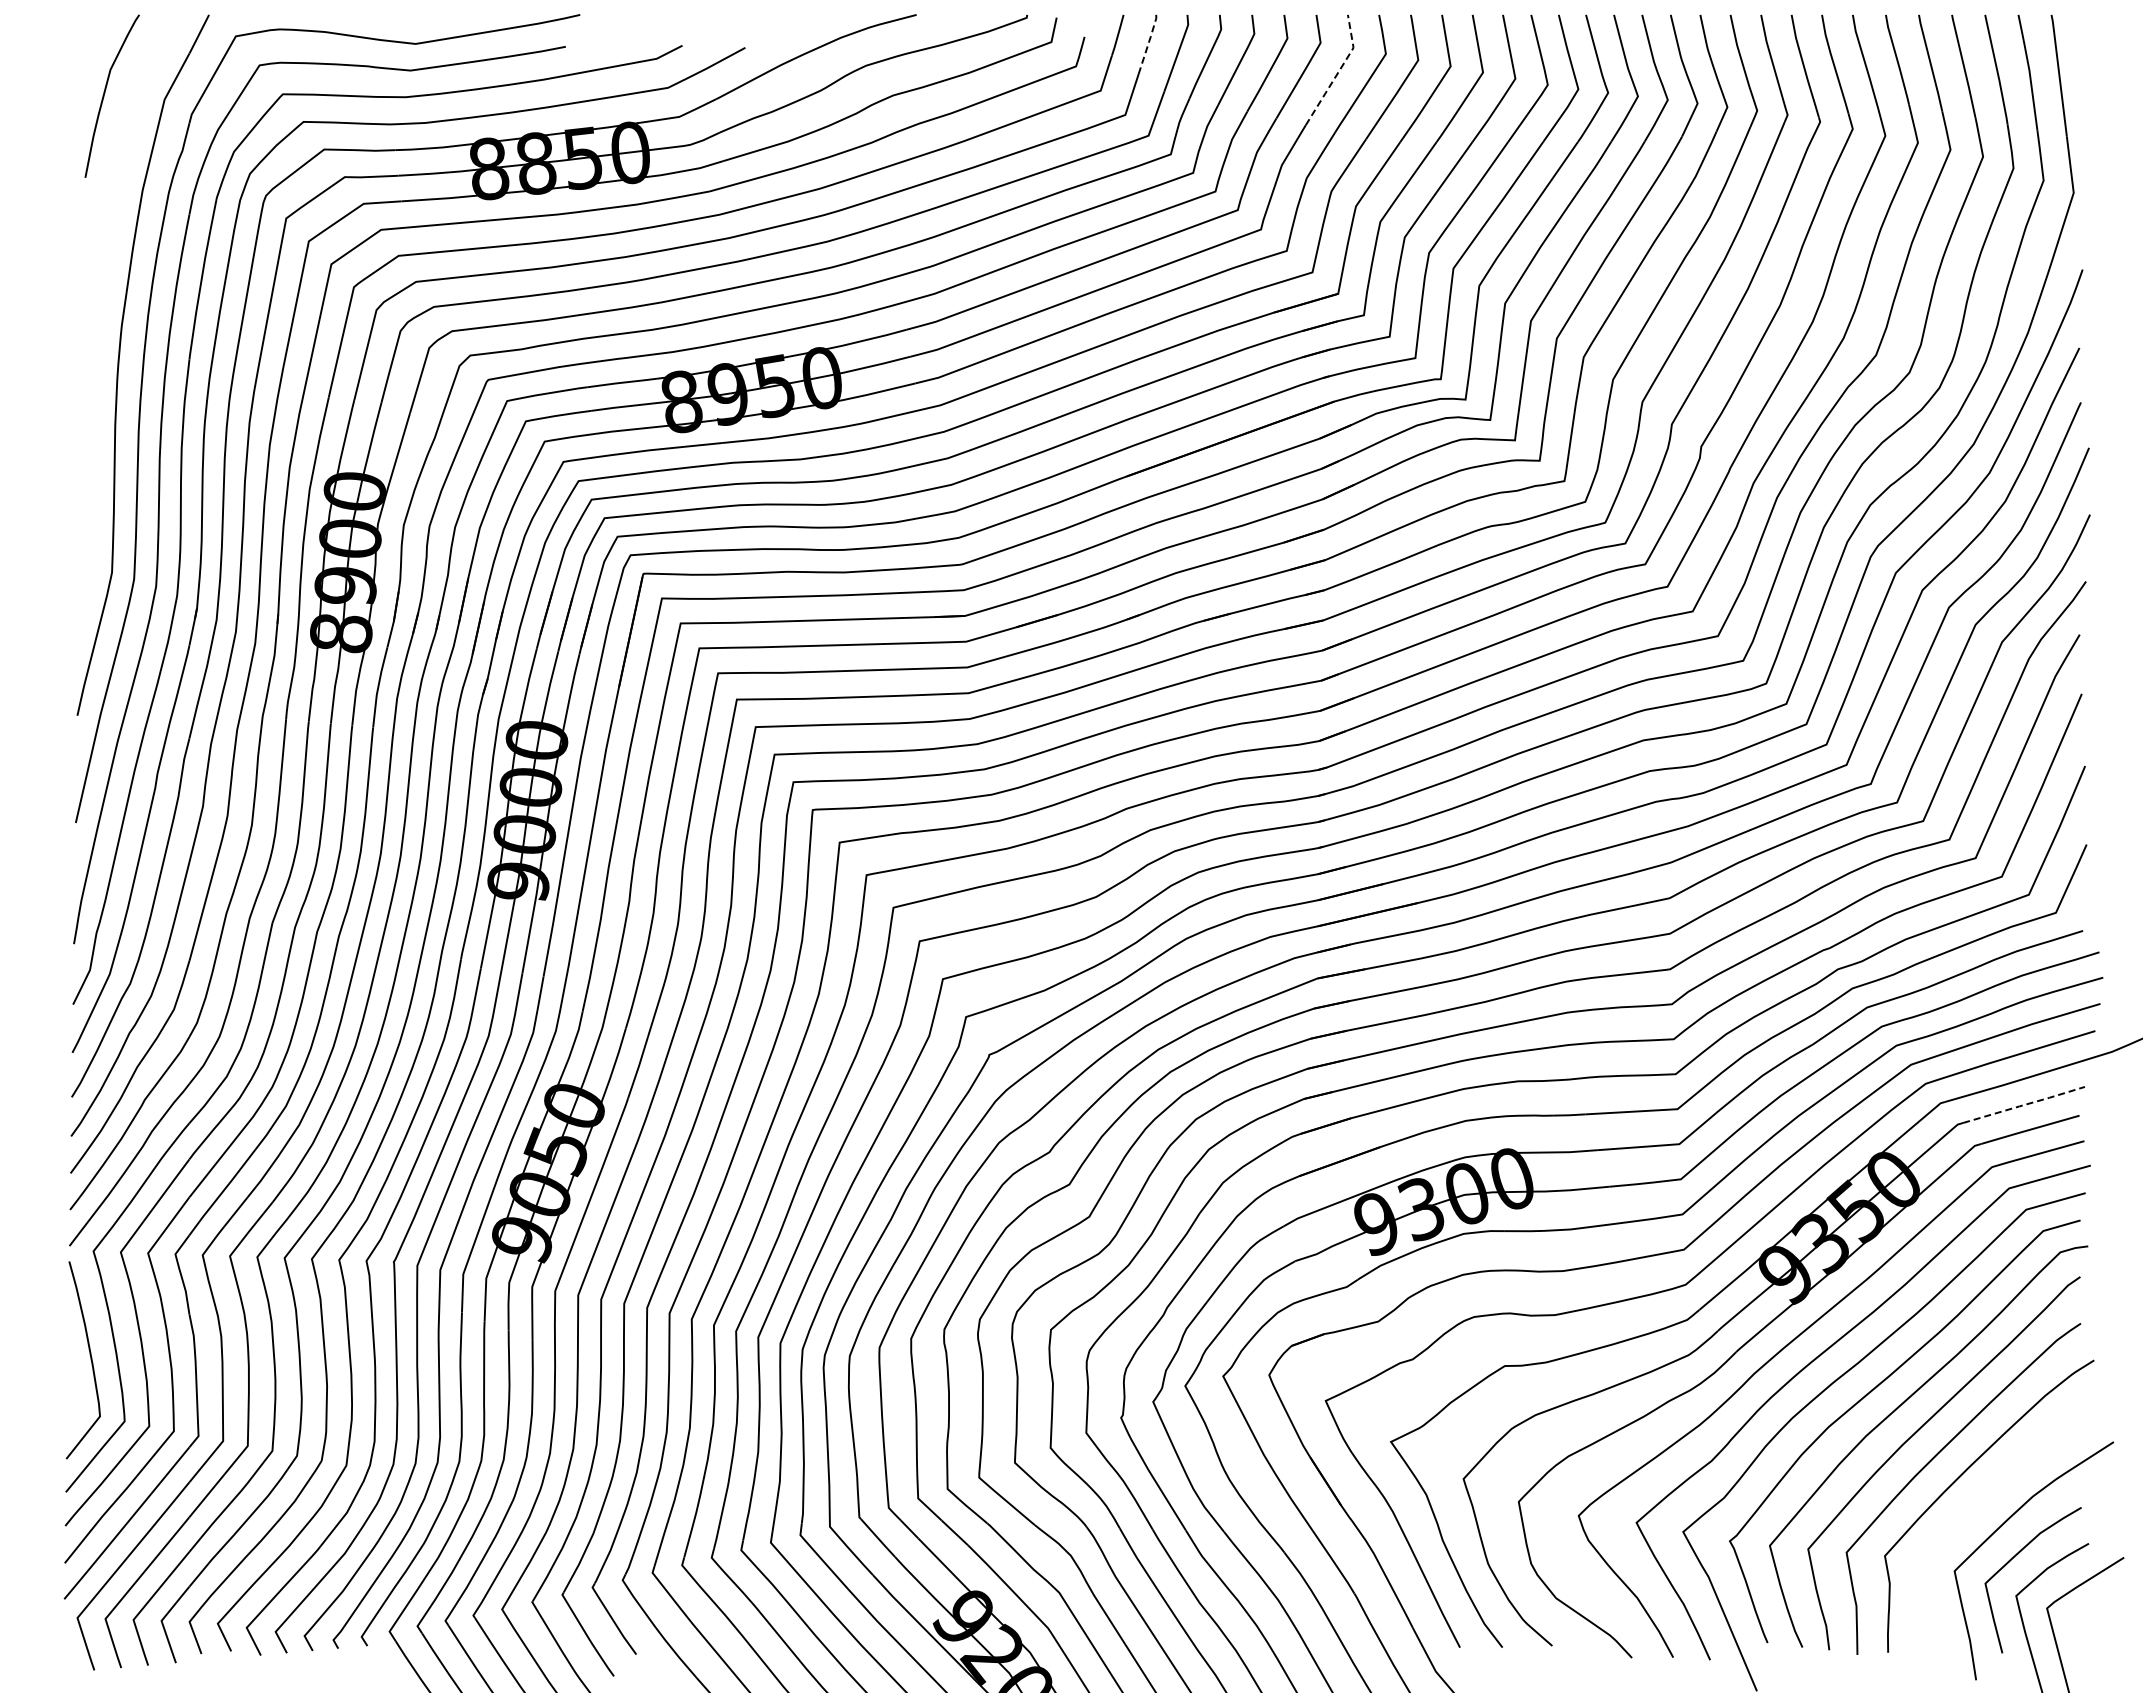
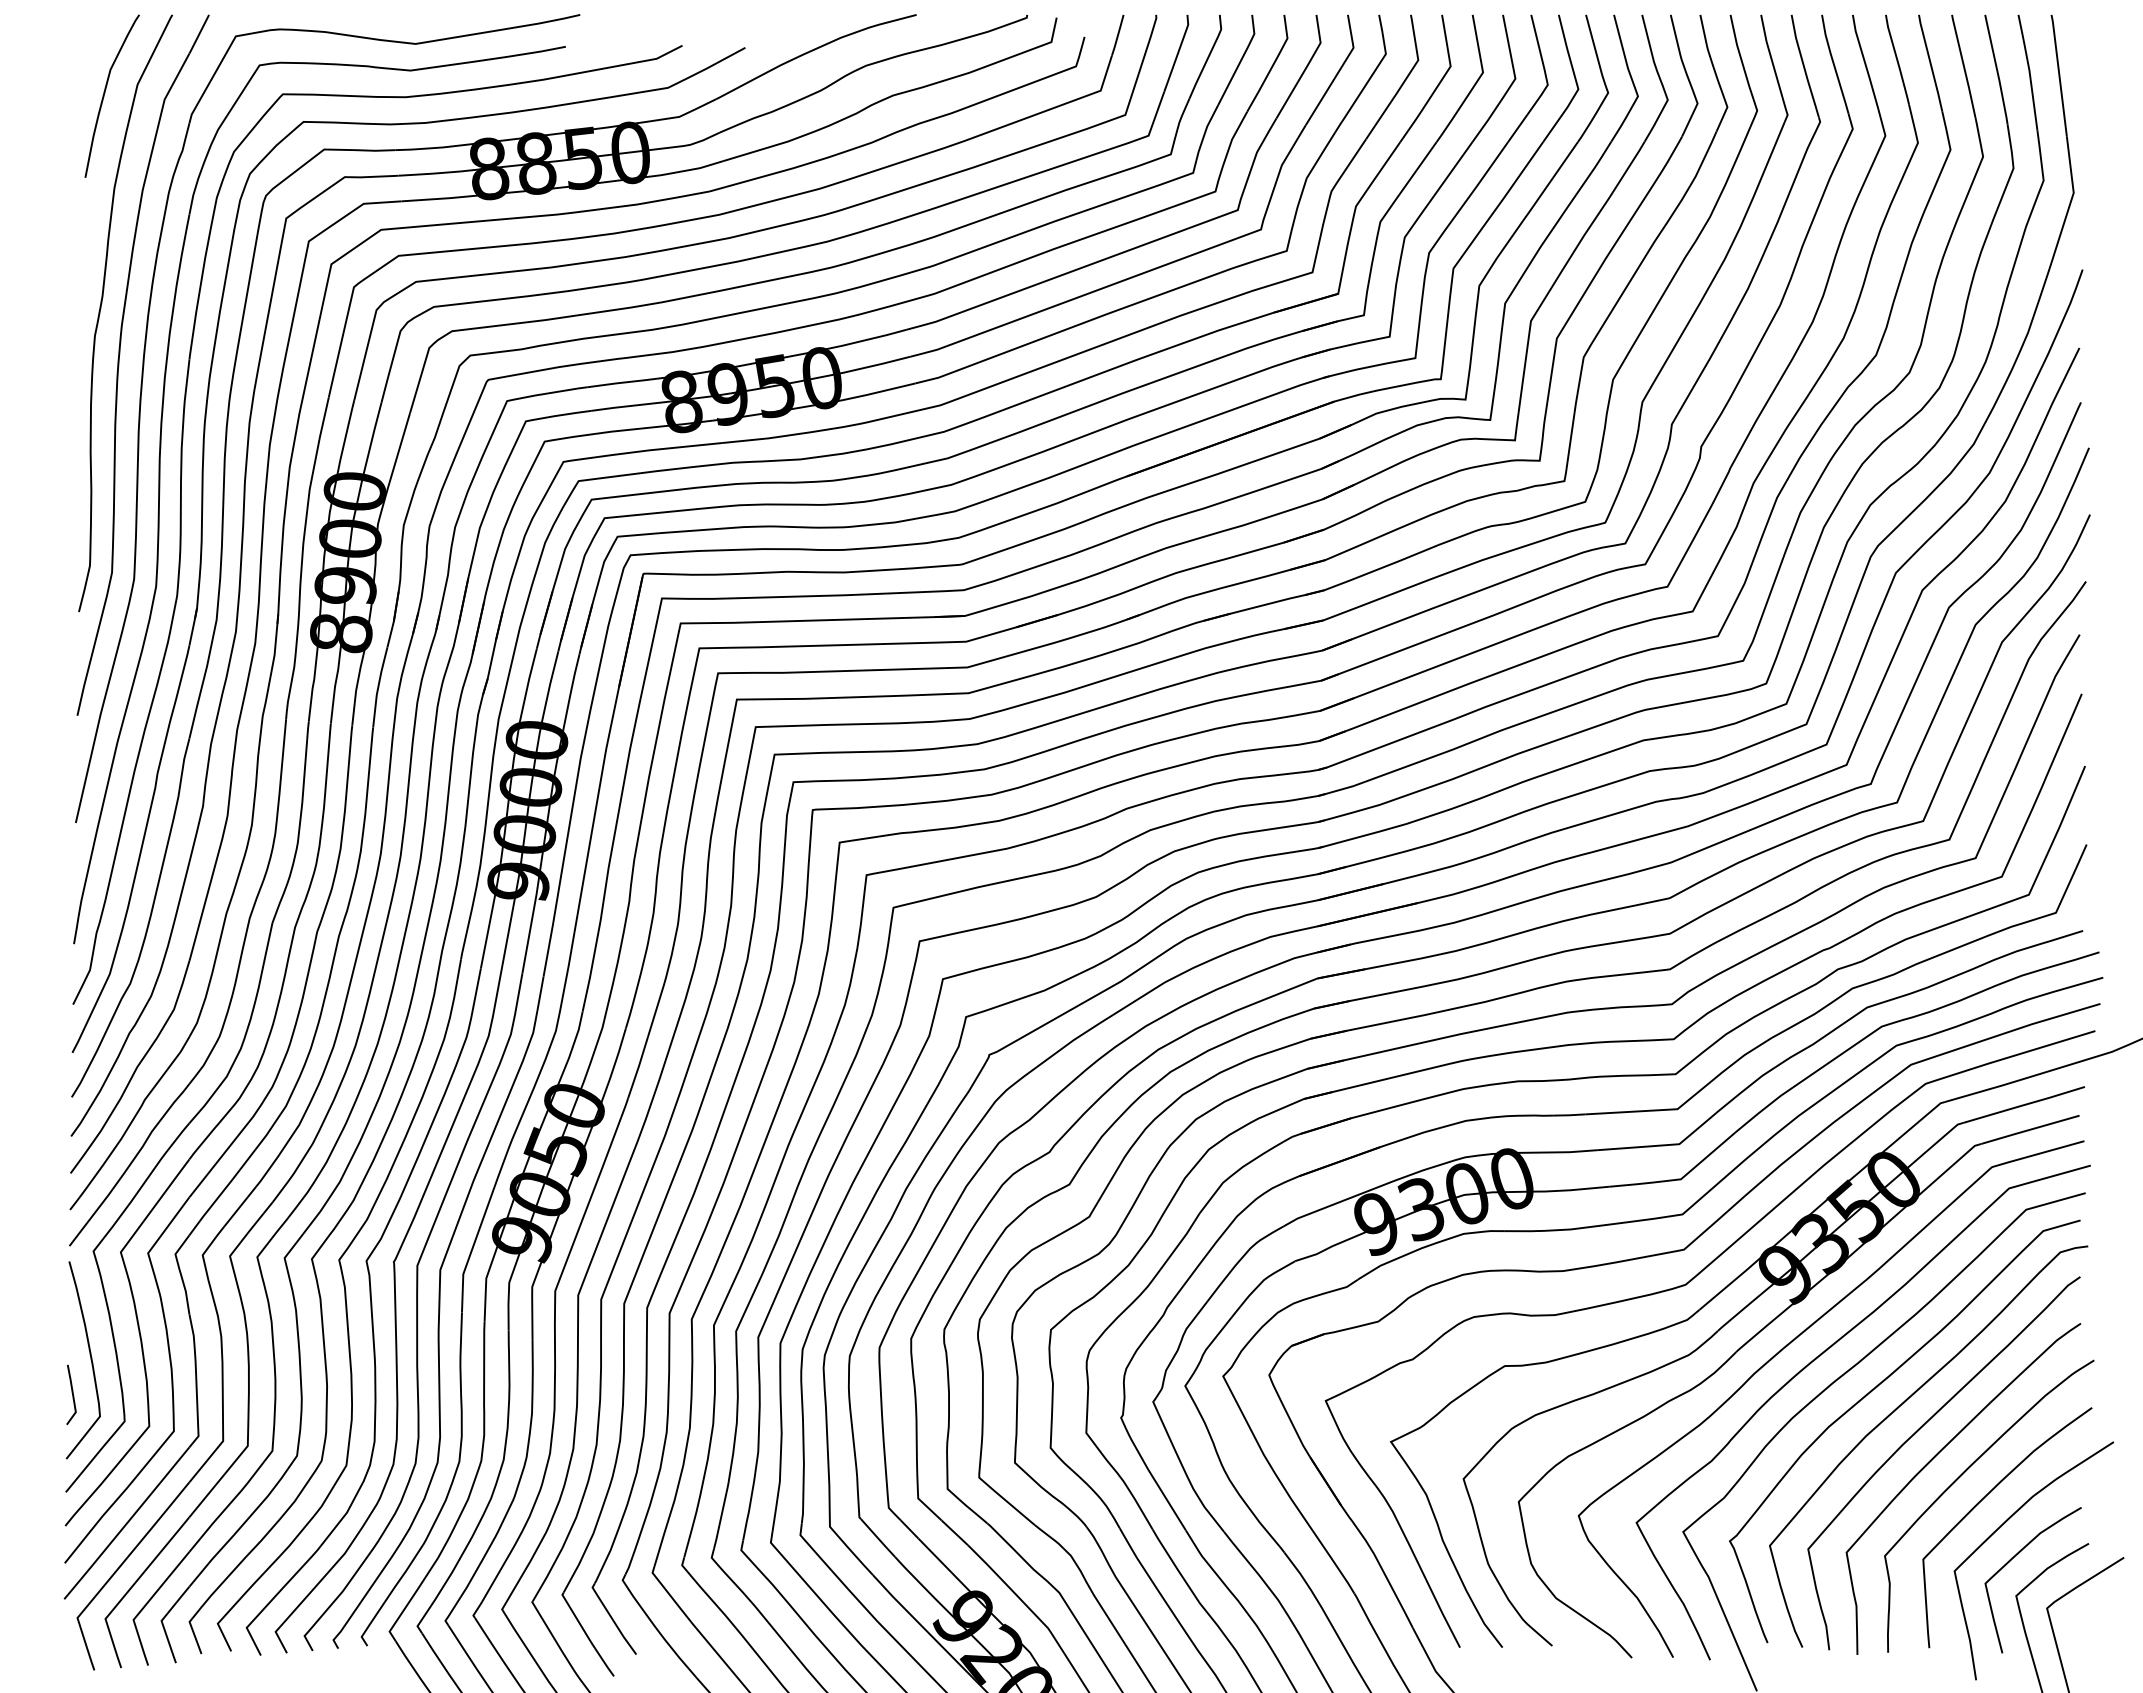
line at (1148, 43): dashed -> solid
line at (1339, 70): dashed -> solid
curve at (101, 308): none -> present
line at (2025, 1104): dashed -> solid
line at (71, 1393): none -> present
curve at (1981, 1501): none -> present
